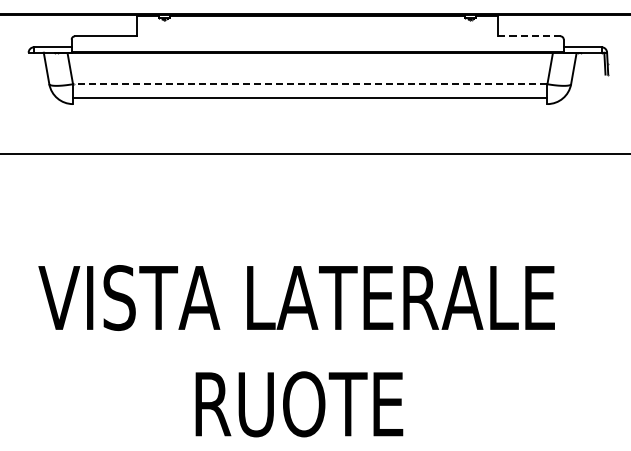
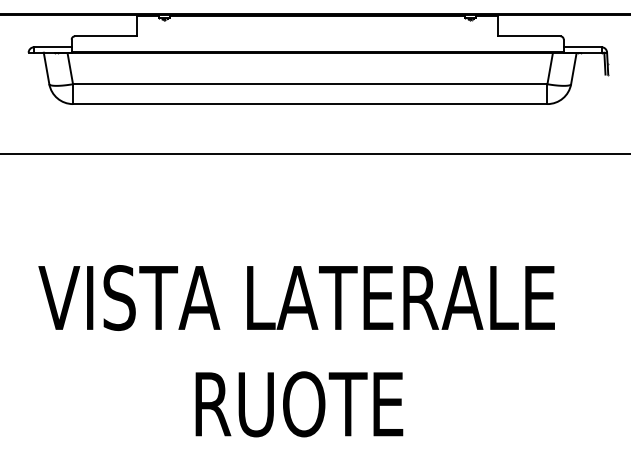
line at (528, 36): dashed -> solid
line at (309, 84): dashed -> solid
line at (310, 98) position: (310, 98) -> (310, 104)
